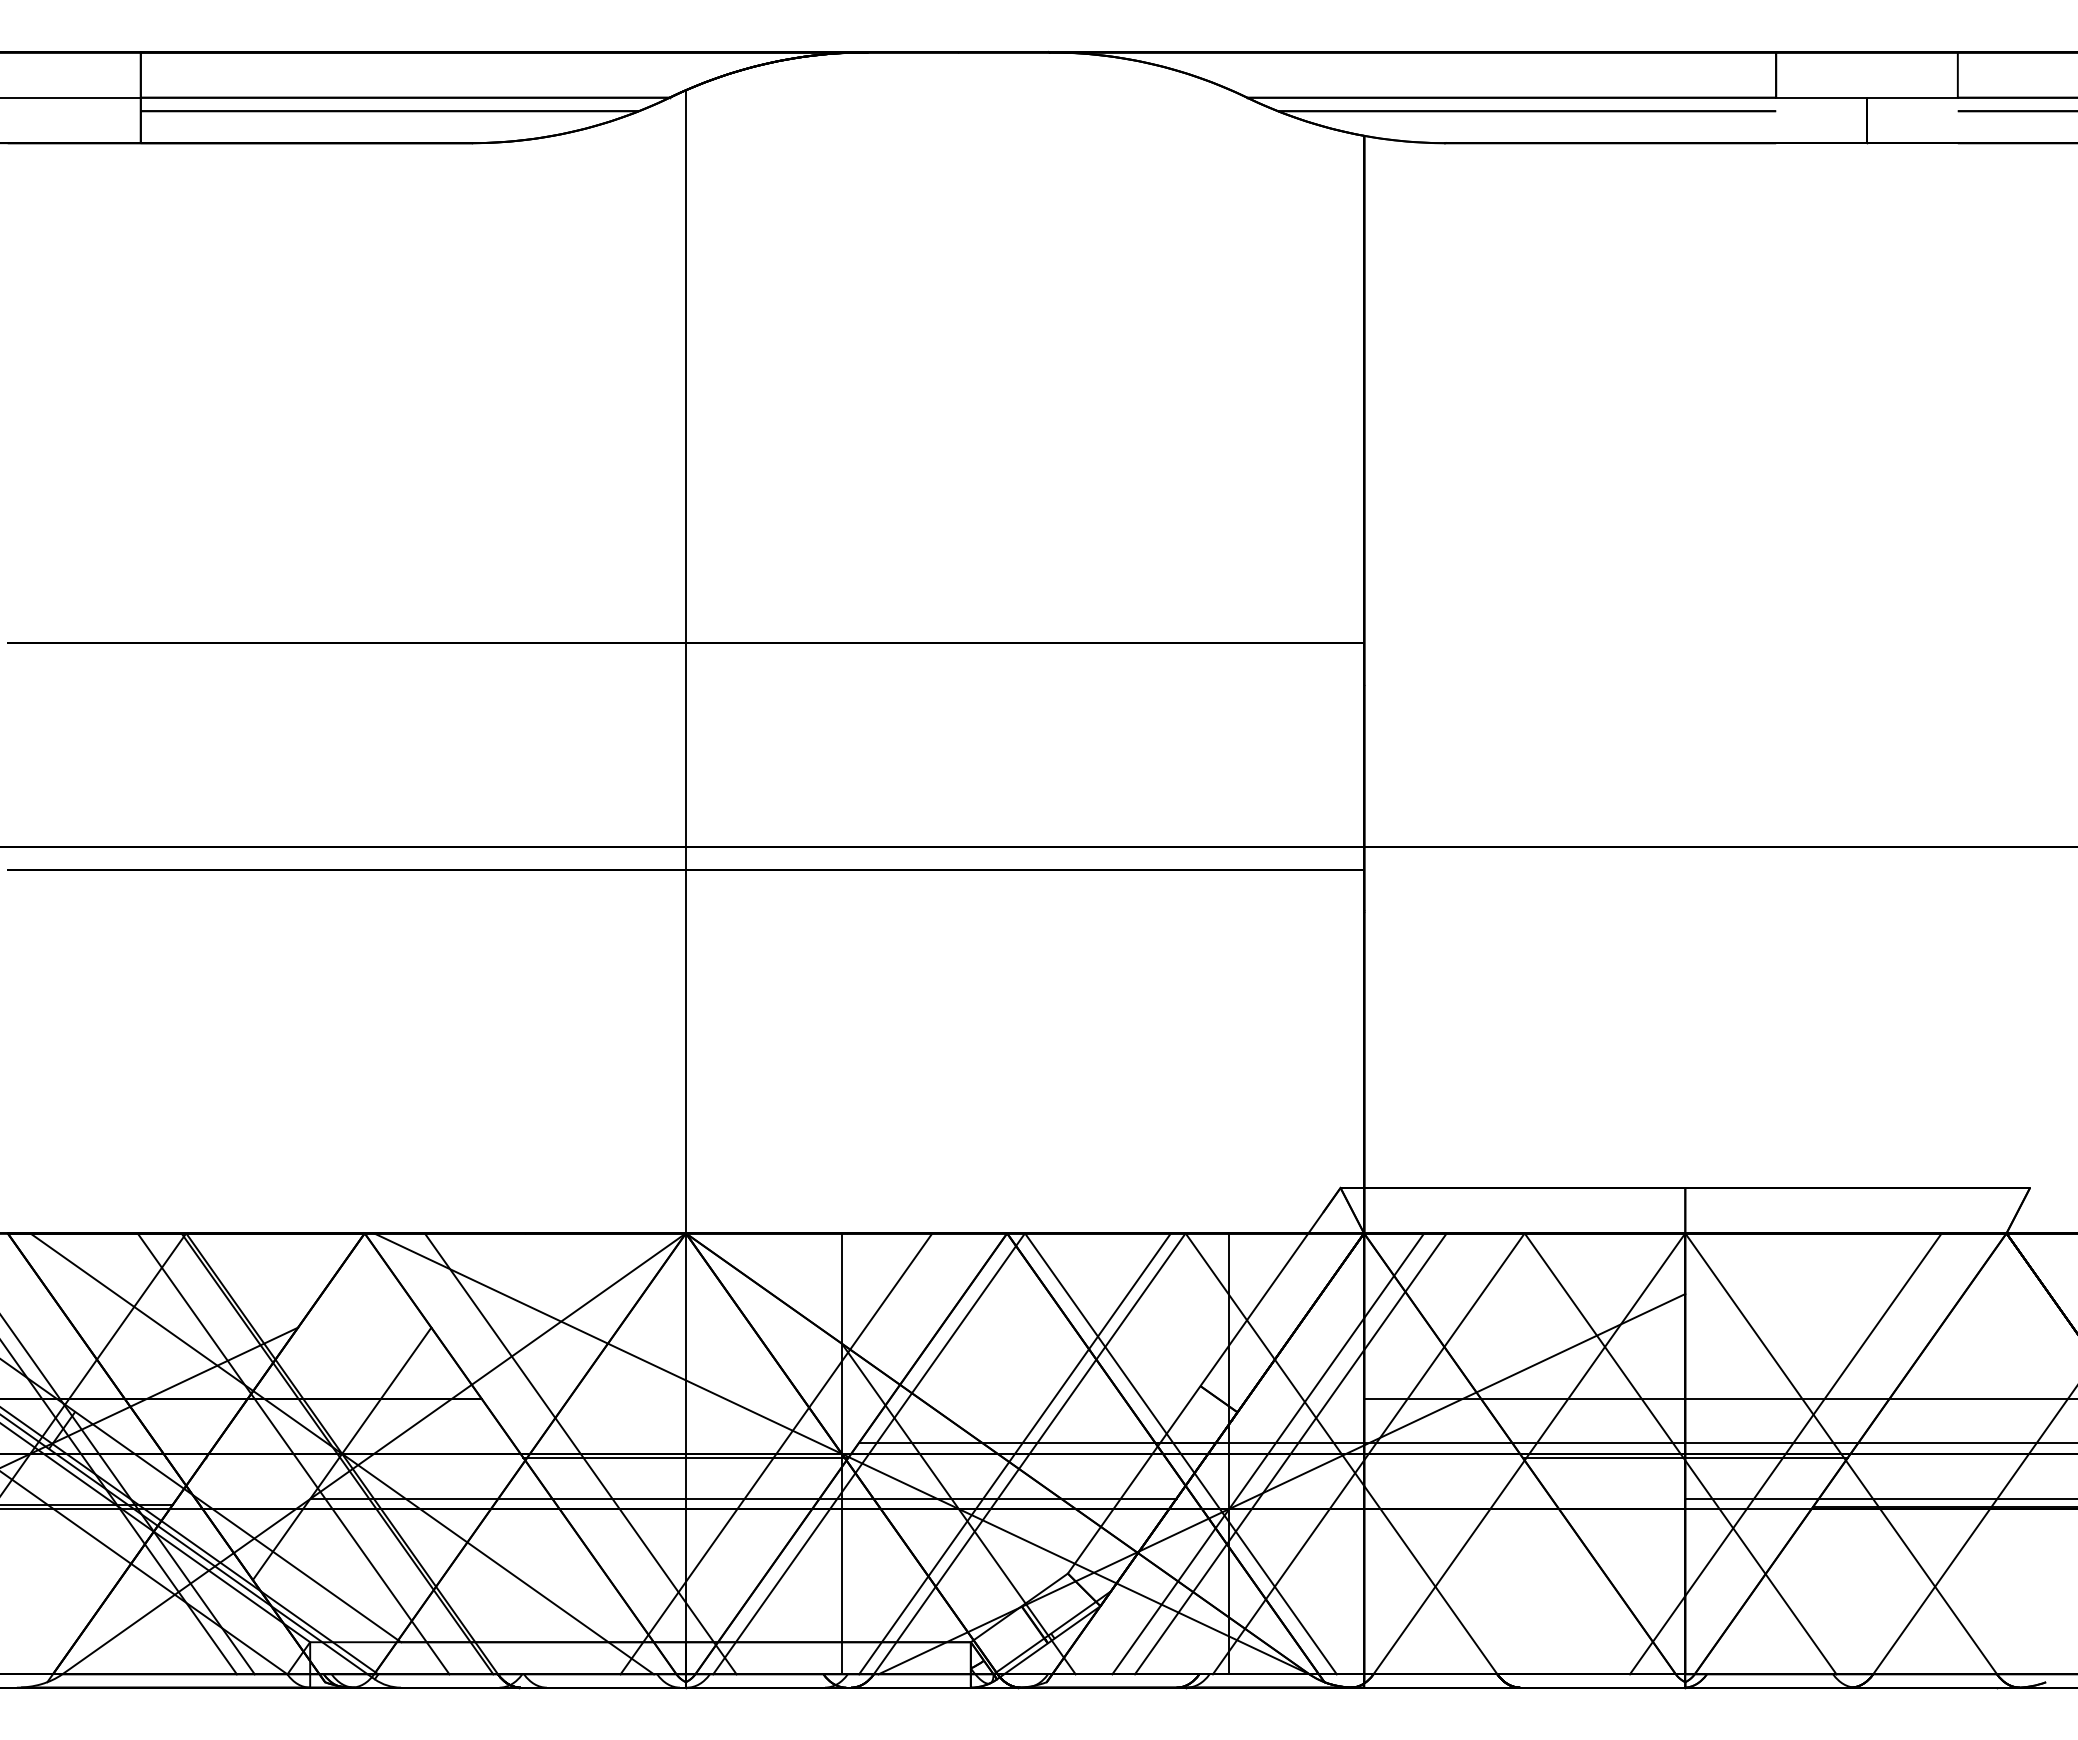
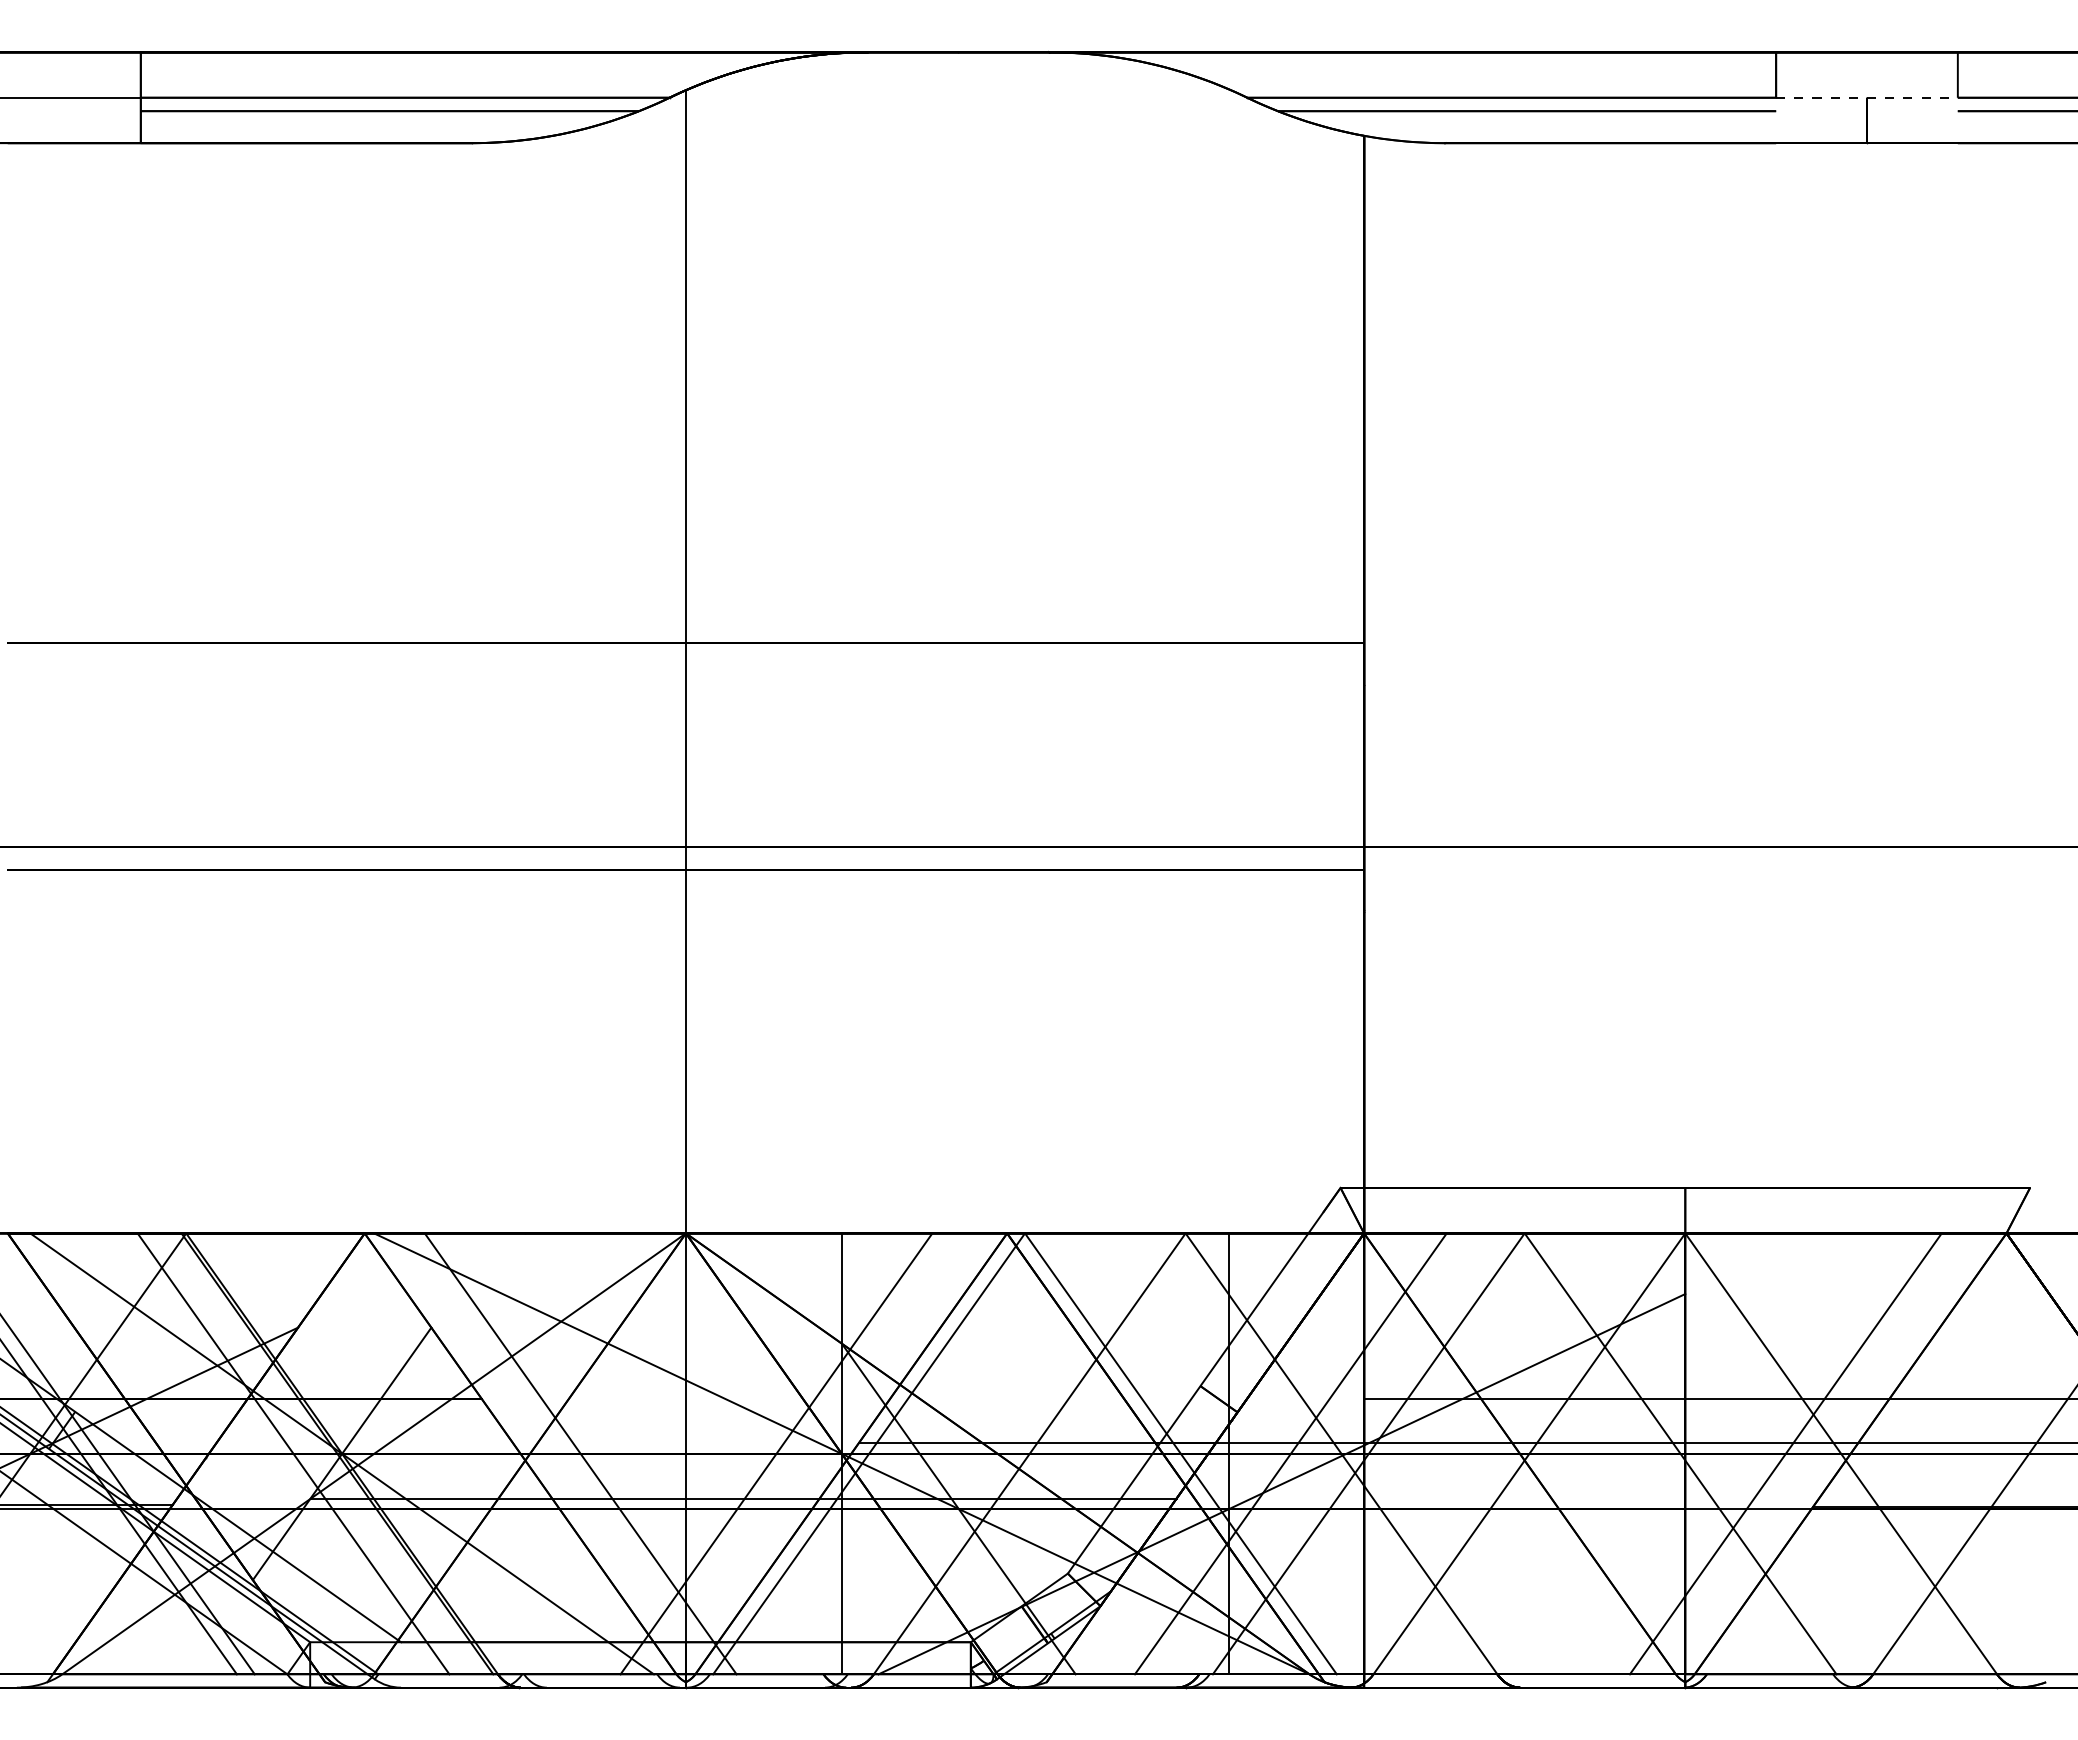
line at (1866, 97): solid -> dashed
line at (1014, 1453): present -> none
line at (1268, 1453): present -> none
line at (685, 1457): present -> none
line at (1684, 1457): present -> none
line at (1879, 1498): present -> none
